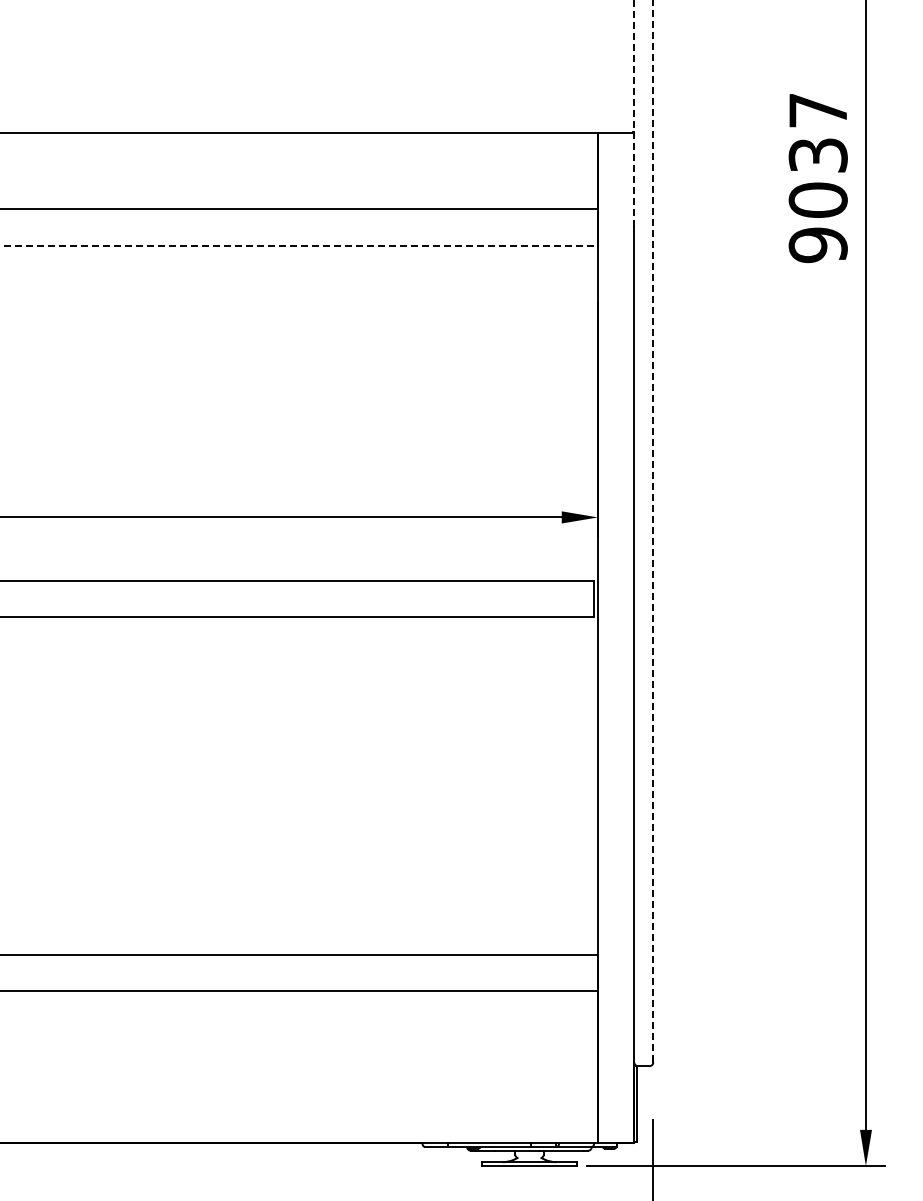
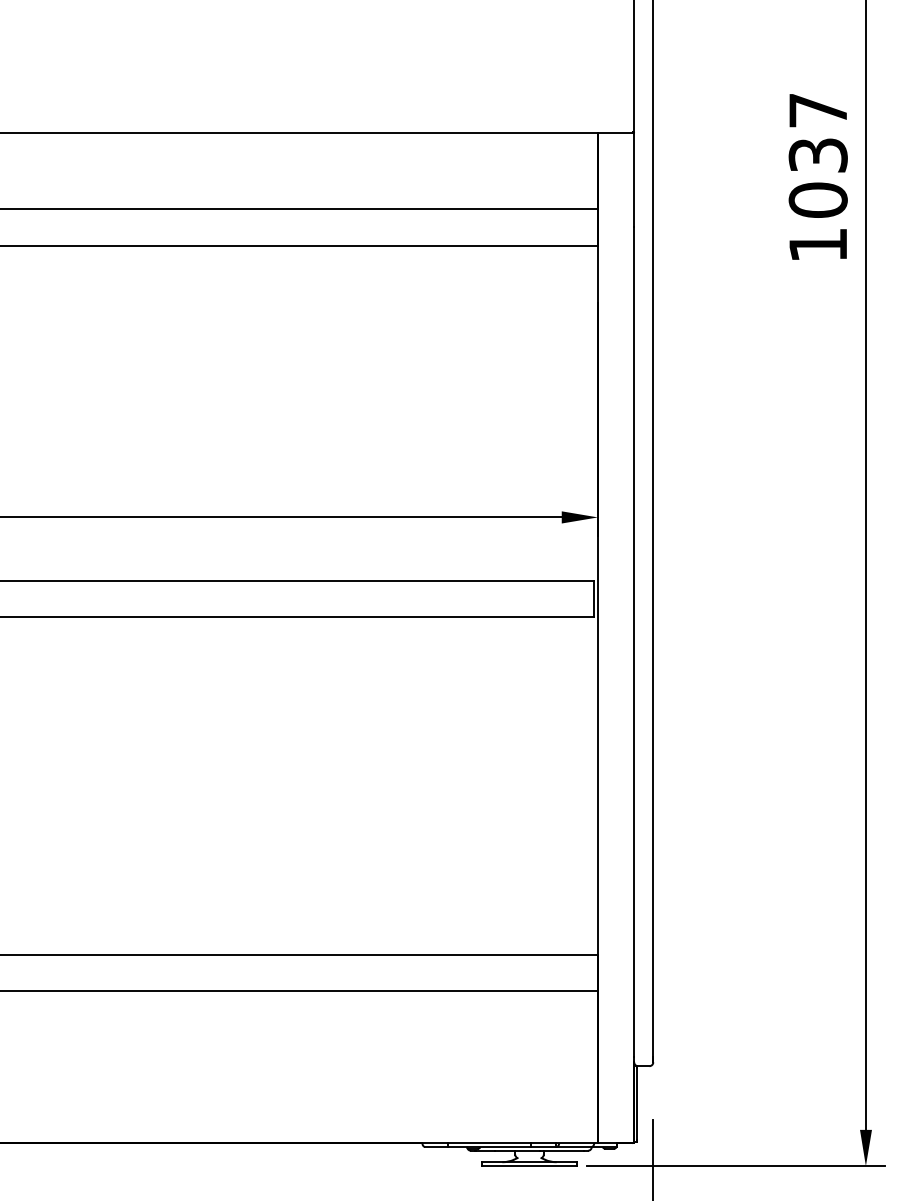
line at (634, 113): dashed -> solid
line at (299, 245): dashed -> solid
text at (817, 245): 9037 -> 1037
line at (653, 531): dashed -> solid
